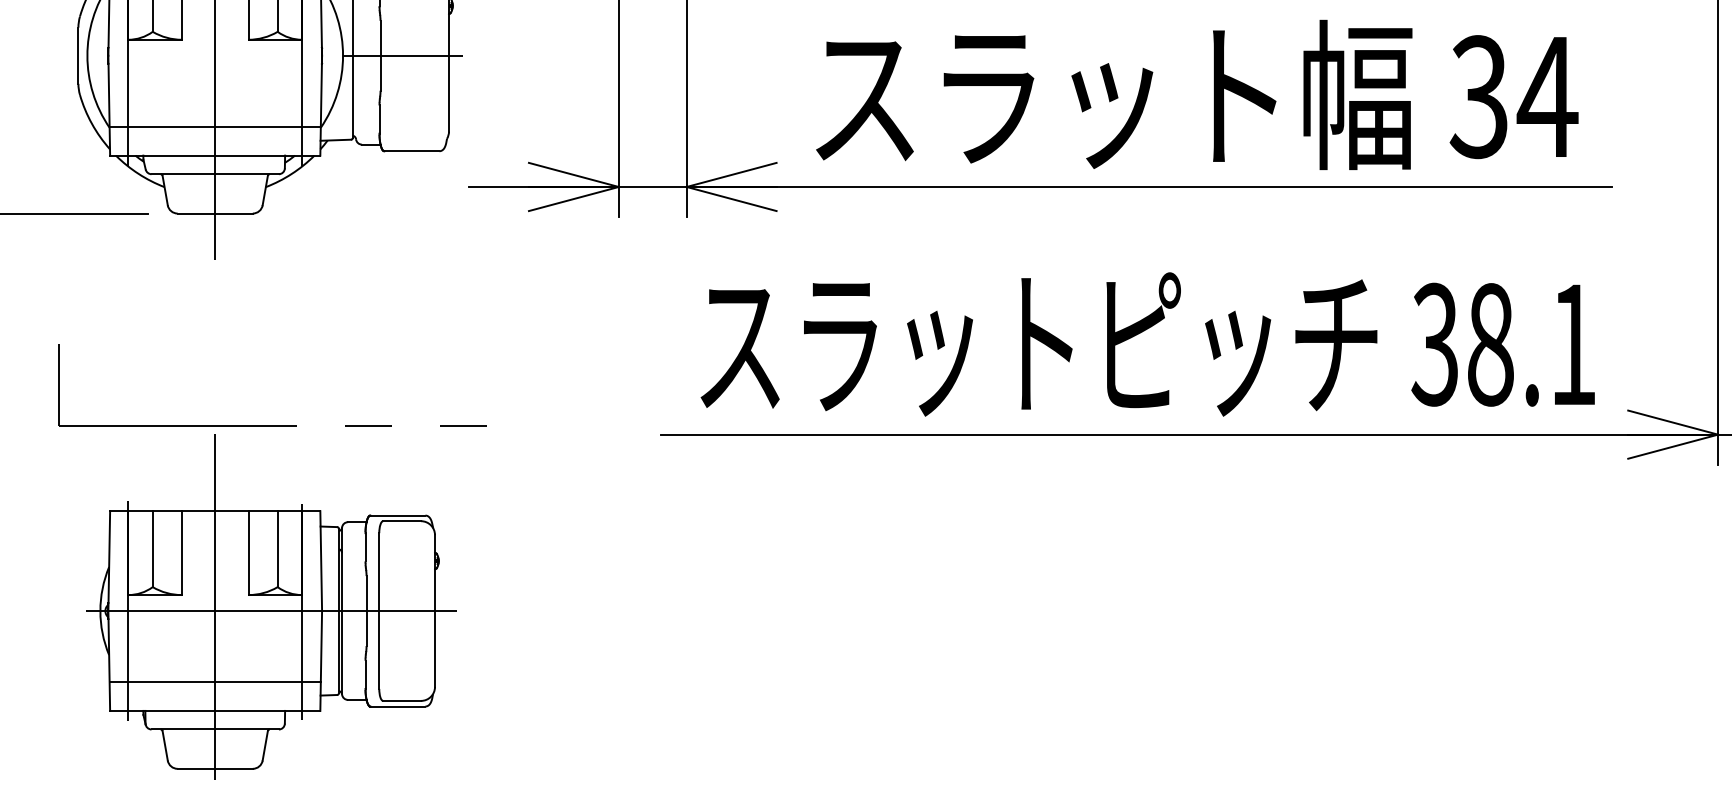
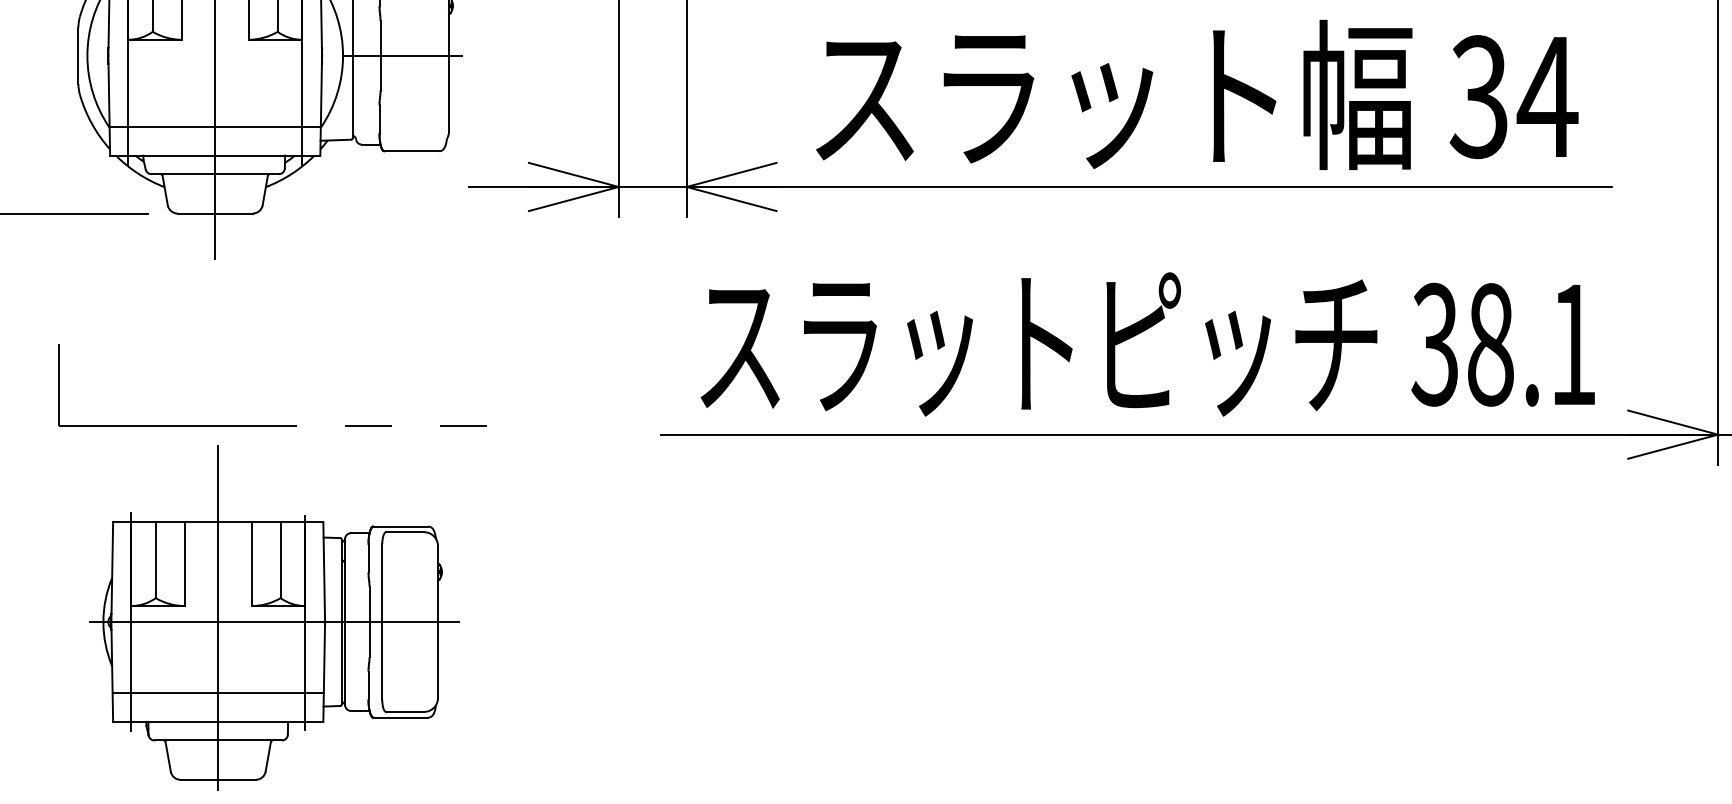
part at (271, 606) position: (271, 606) -> (274, 617)
